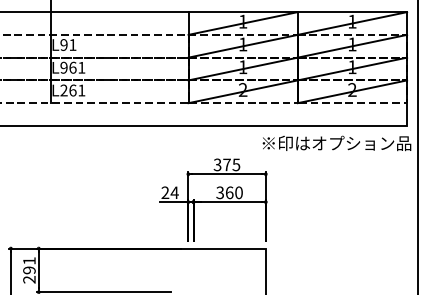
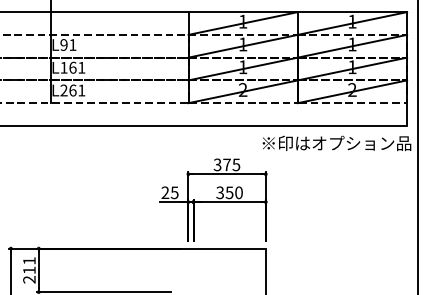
text at (63, 67): L961 -> L161
text at (174, 192): 24 -> 25
text at (229, 192): 360 -> 350
text at (29, 270): 291 -> 211
